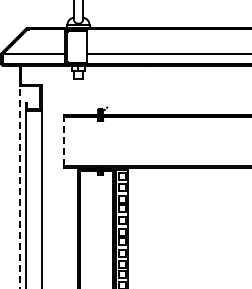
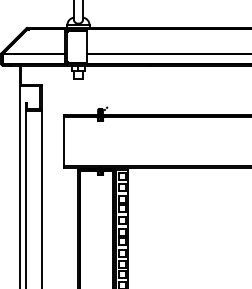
line at (63, 141): dashed -> solid
line at (19, 187): dashed -> solid
